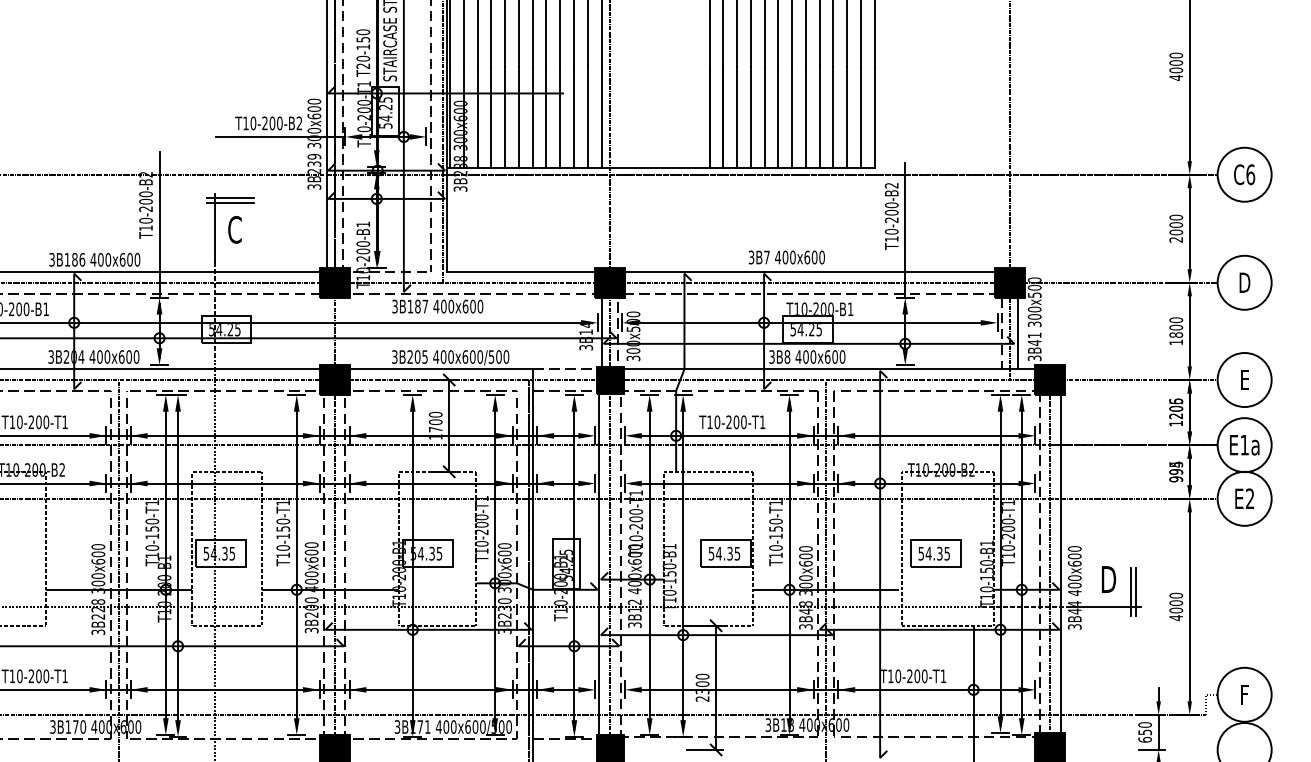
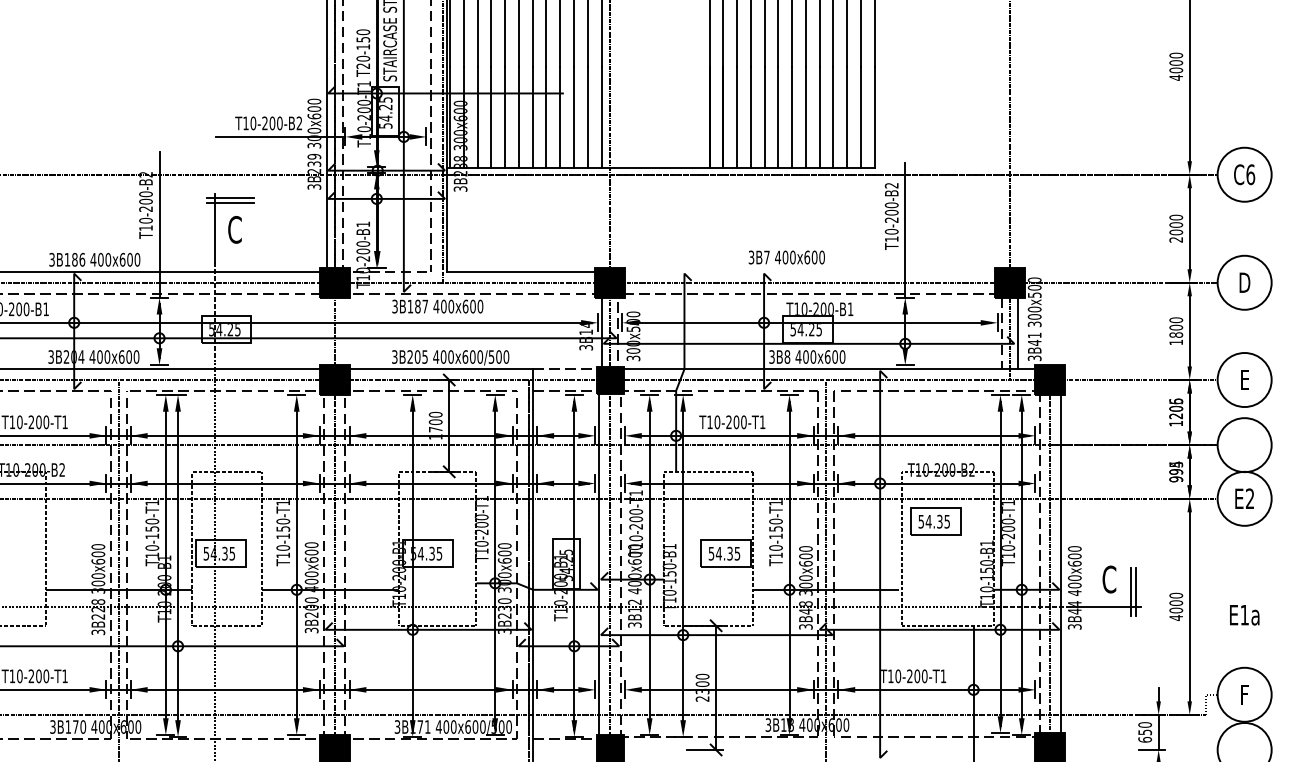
line at (809, 271): present -> none
text at (1244, 445) position: (1244, 445) -> (1244, 615)
part at (935, 553) position: (935, 553) -> (935, 521)
text at (1108, 579): D -> C
